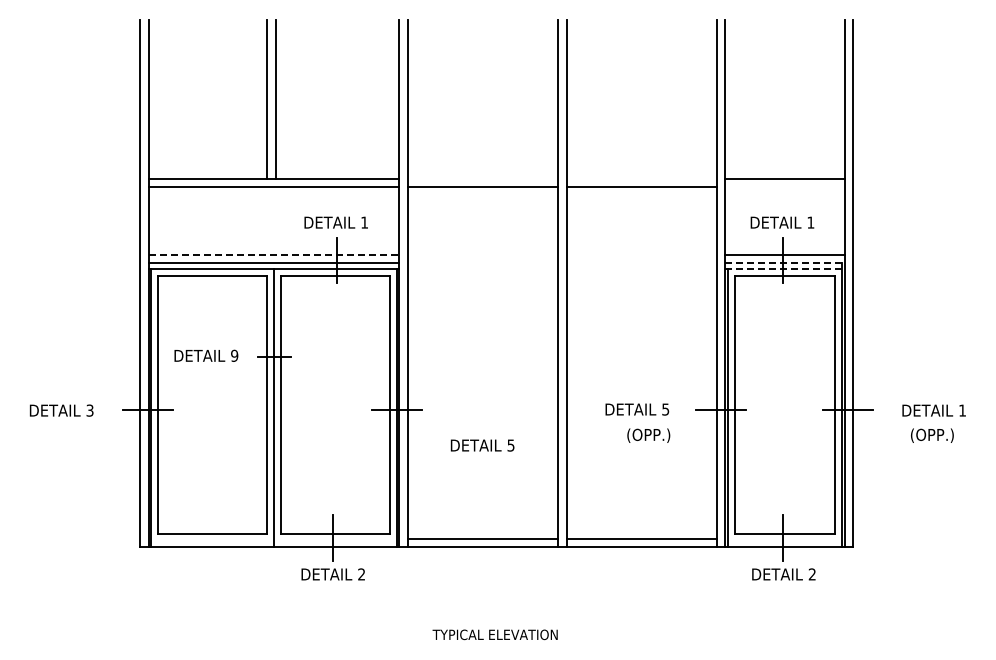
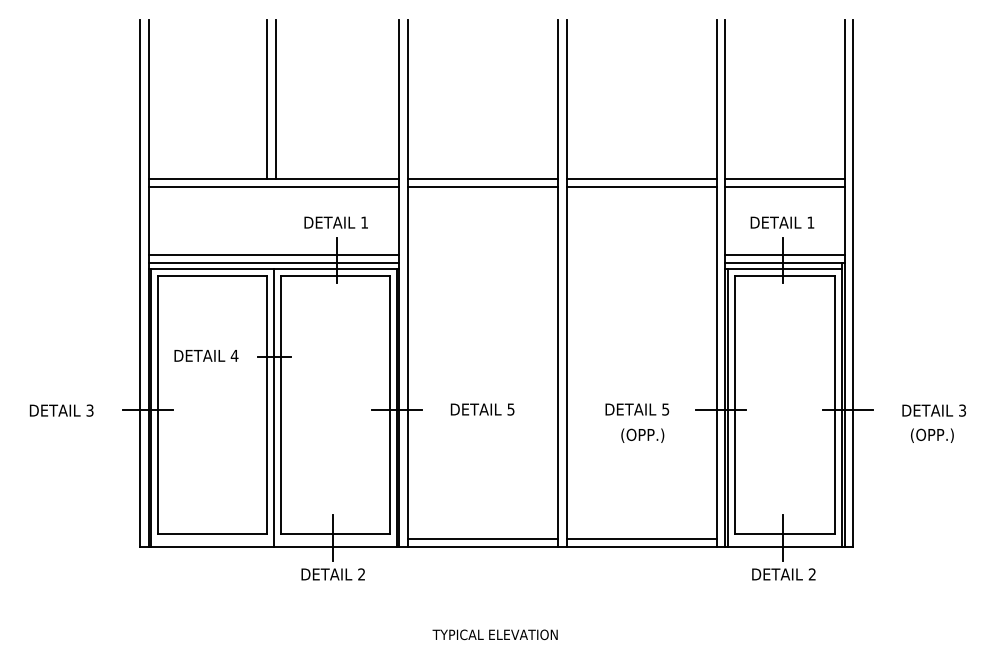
line at (482, 178): none -> present
line at (641, 178): none -> present
line at (784, 187): none -> present
line at (274, 254): dashed -> solid
line at (785, 263): dashed -> solid
line at (784, 269): dashed -> solid
text at (234, 355): 9 -> 4
text at (962, 410): 1 -> 3
text at (648, 435) position: (648, 435) -> (642, 435)
text at (482, 445) position: (482, 445) -> (482, 409)
